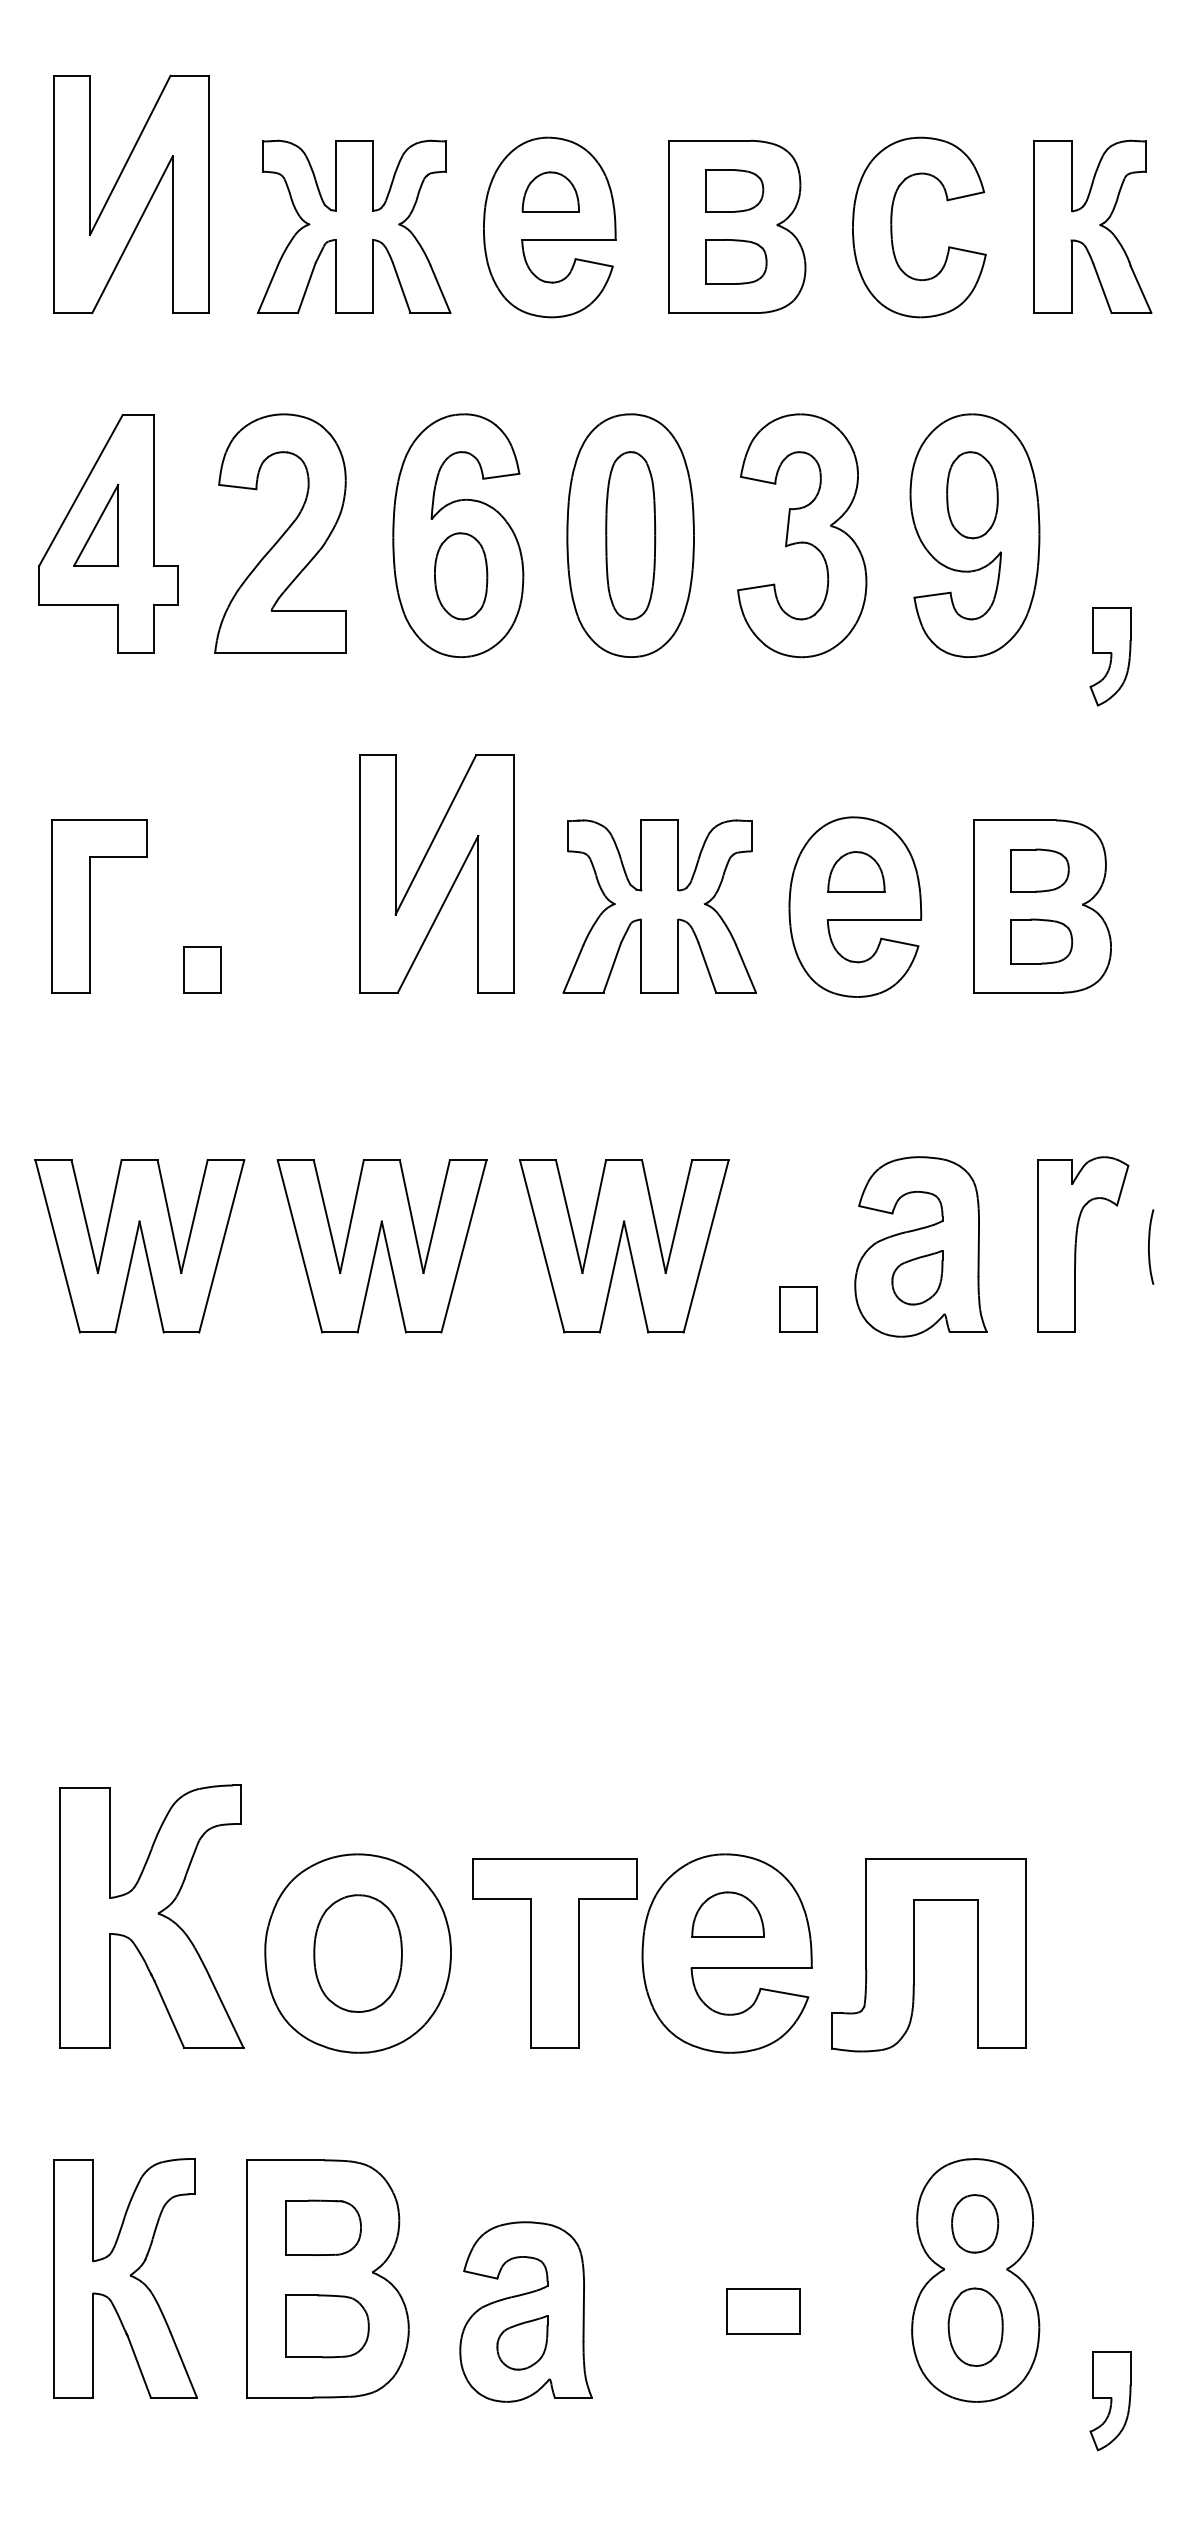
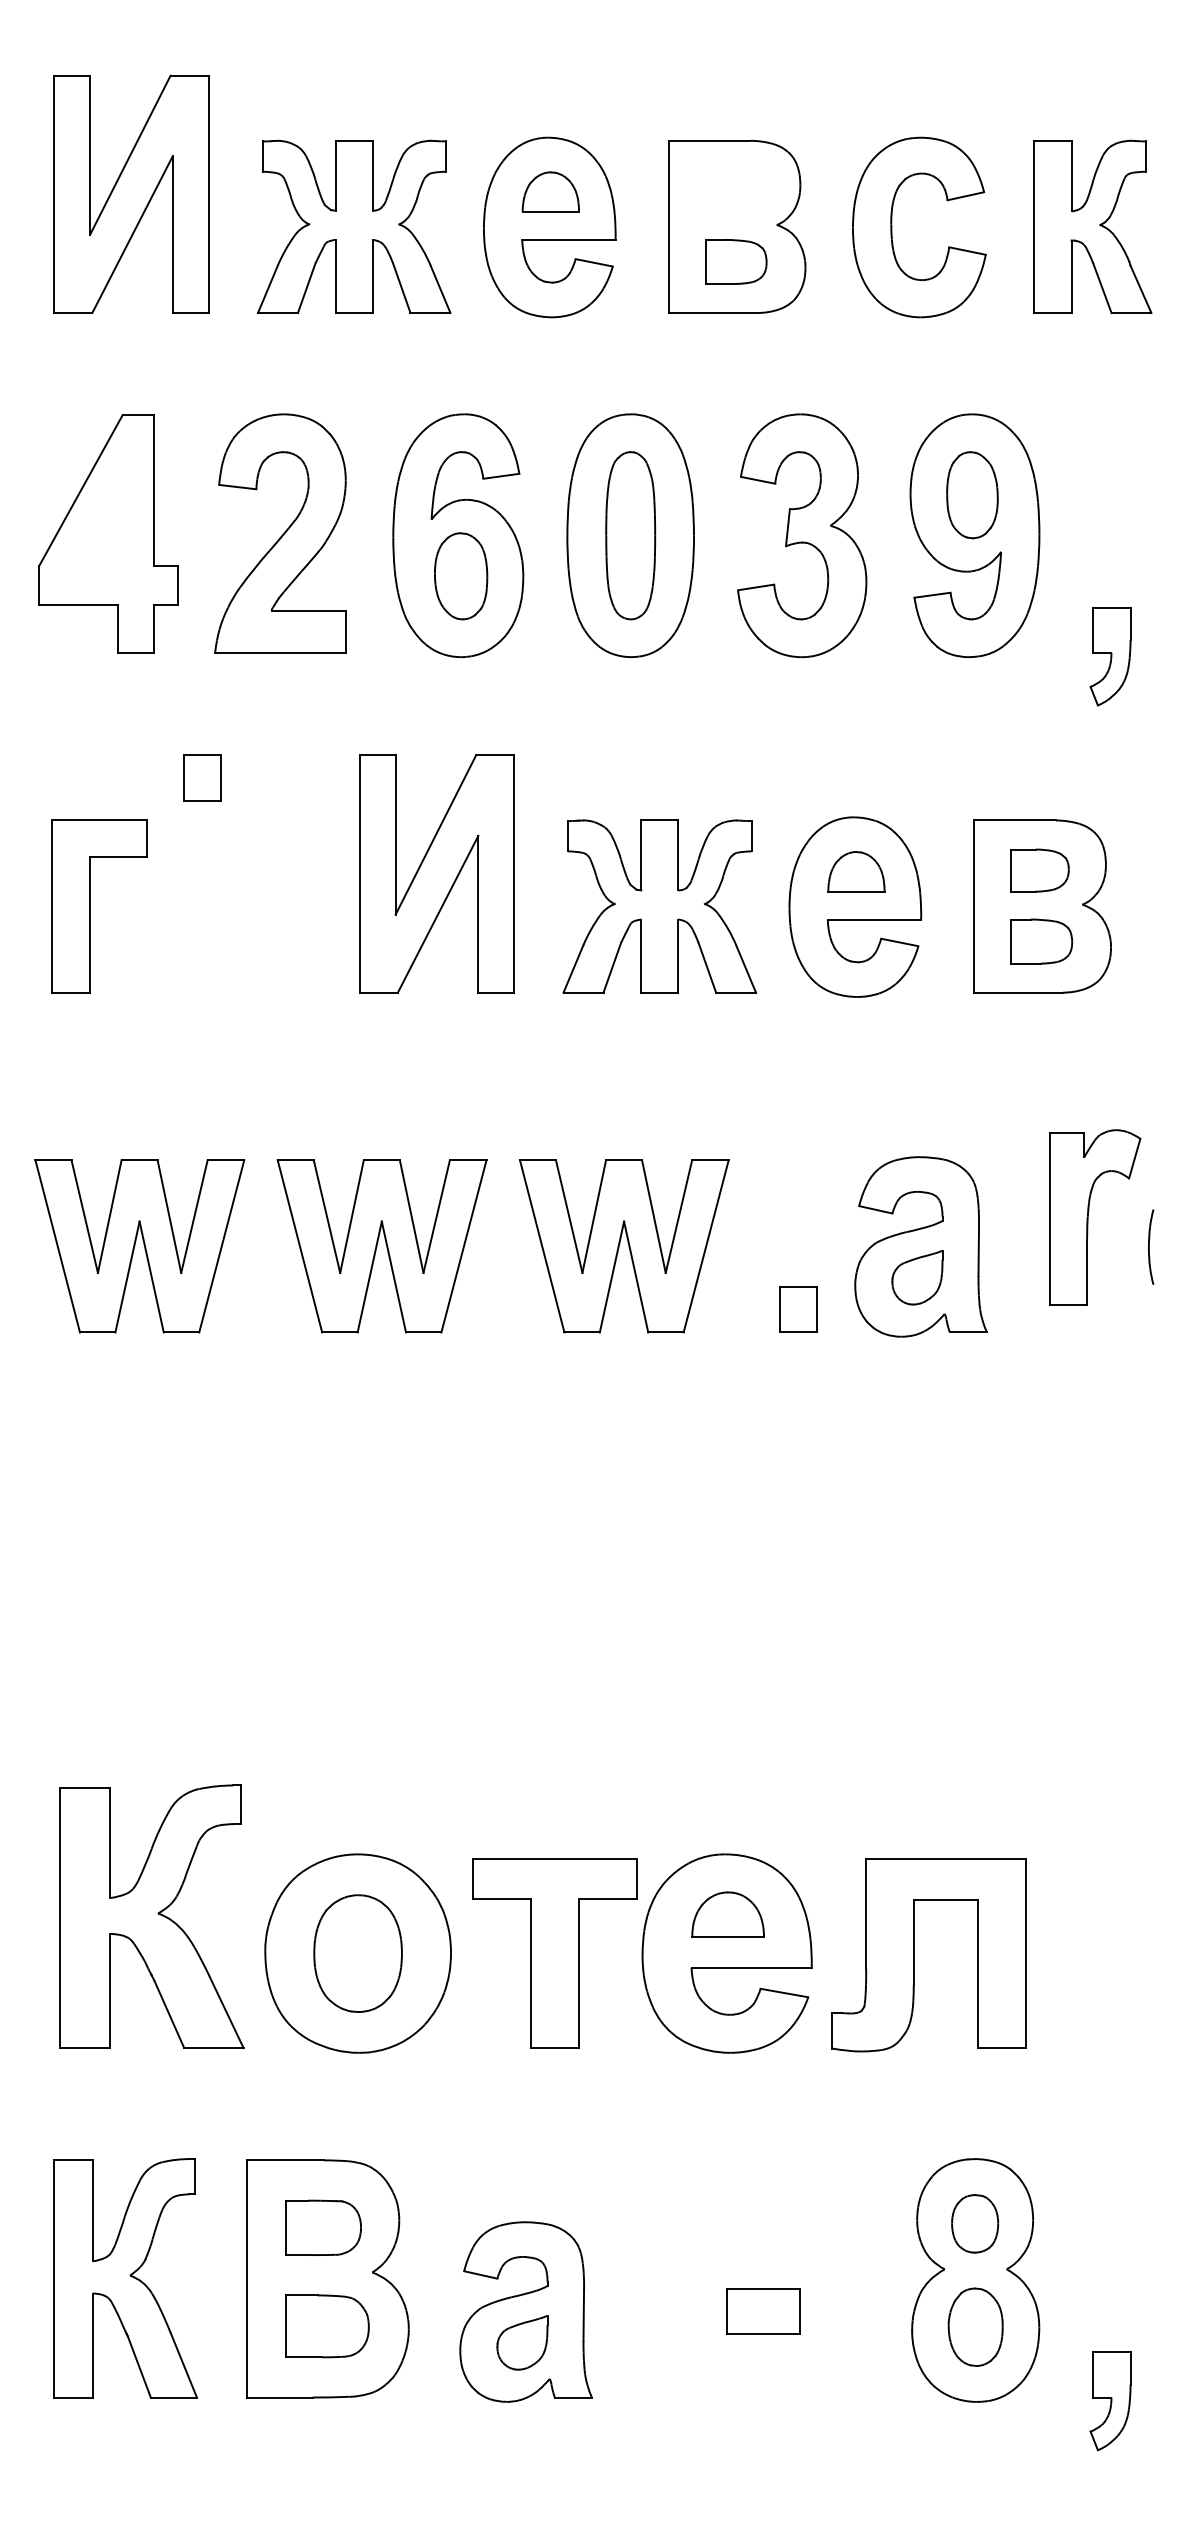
part at (734, 190): present -> none
part at (96, 525): present -> none
part at (202, 969) position: (202, 969) -> (202, 777)
part at (1076, 1244) position: (1076, 1244) -> (1088, 1217)
